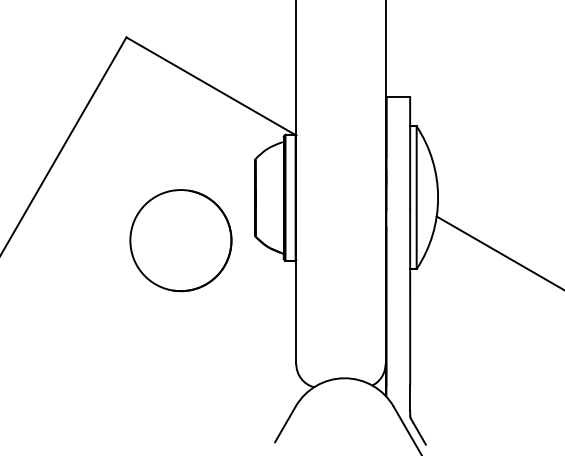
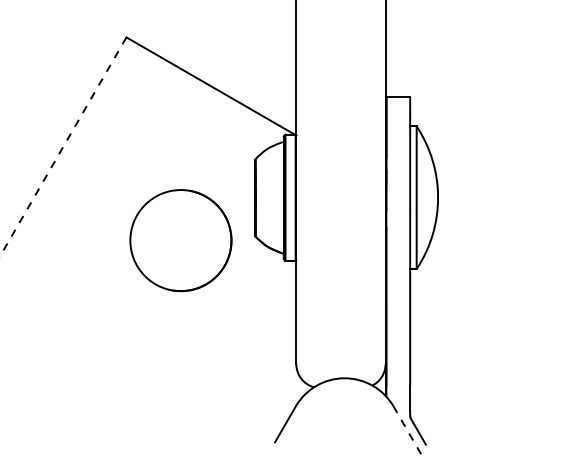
line at (63, 147): solid -> dashed
line at (498, 252): present -> none
line at (407, 430): solid -> dashed
